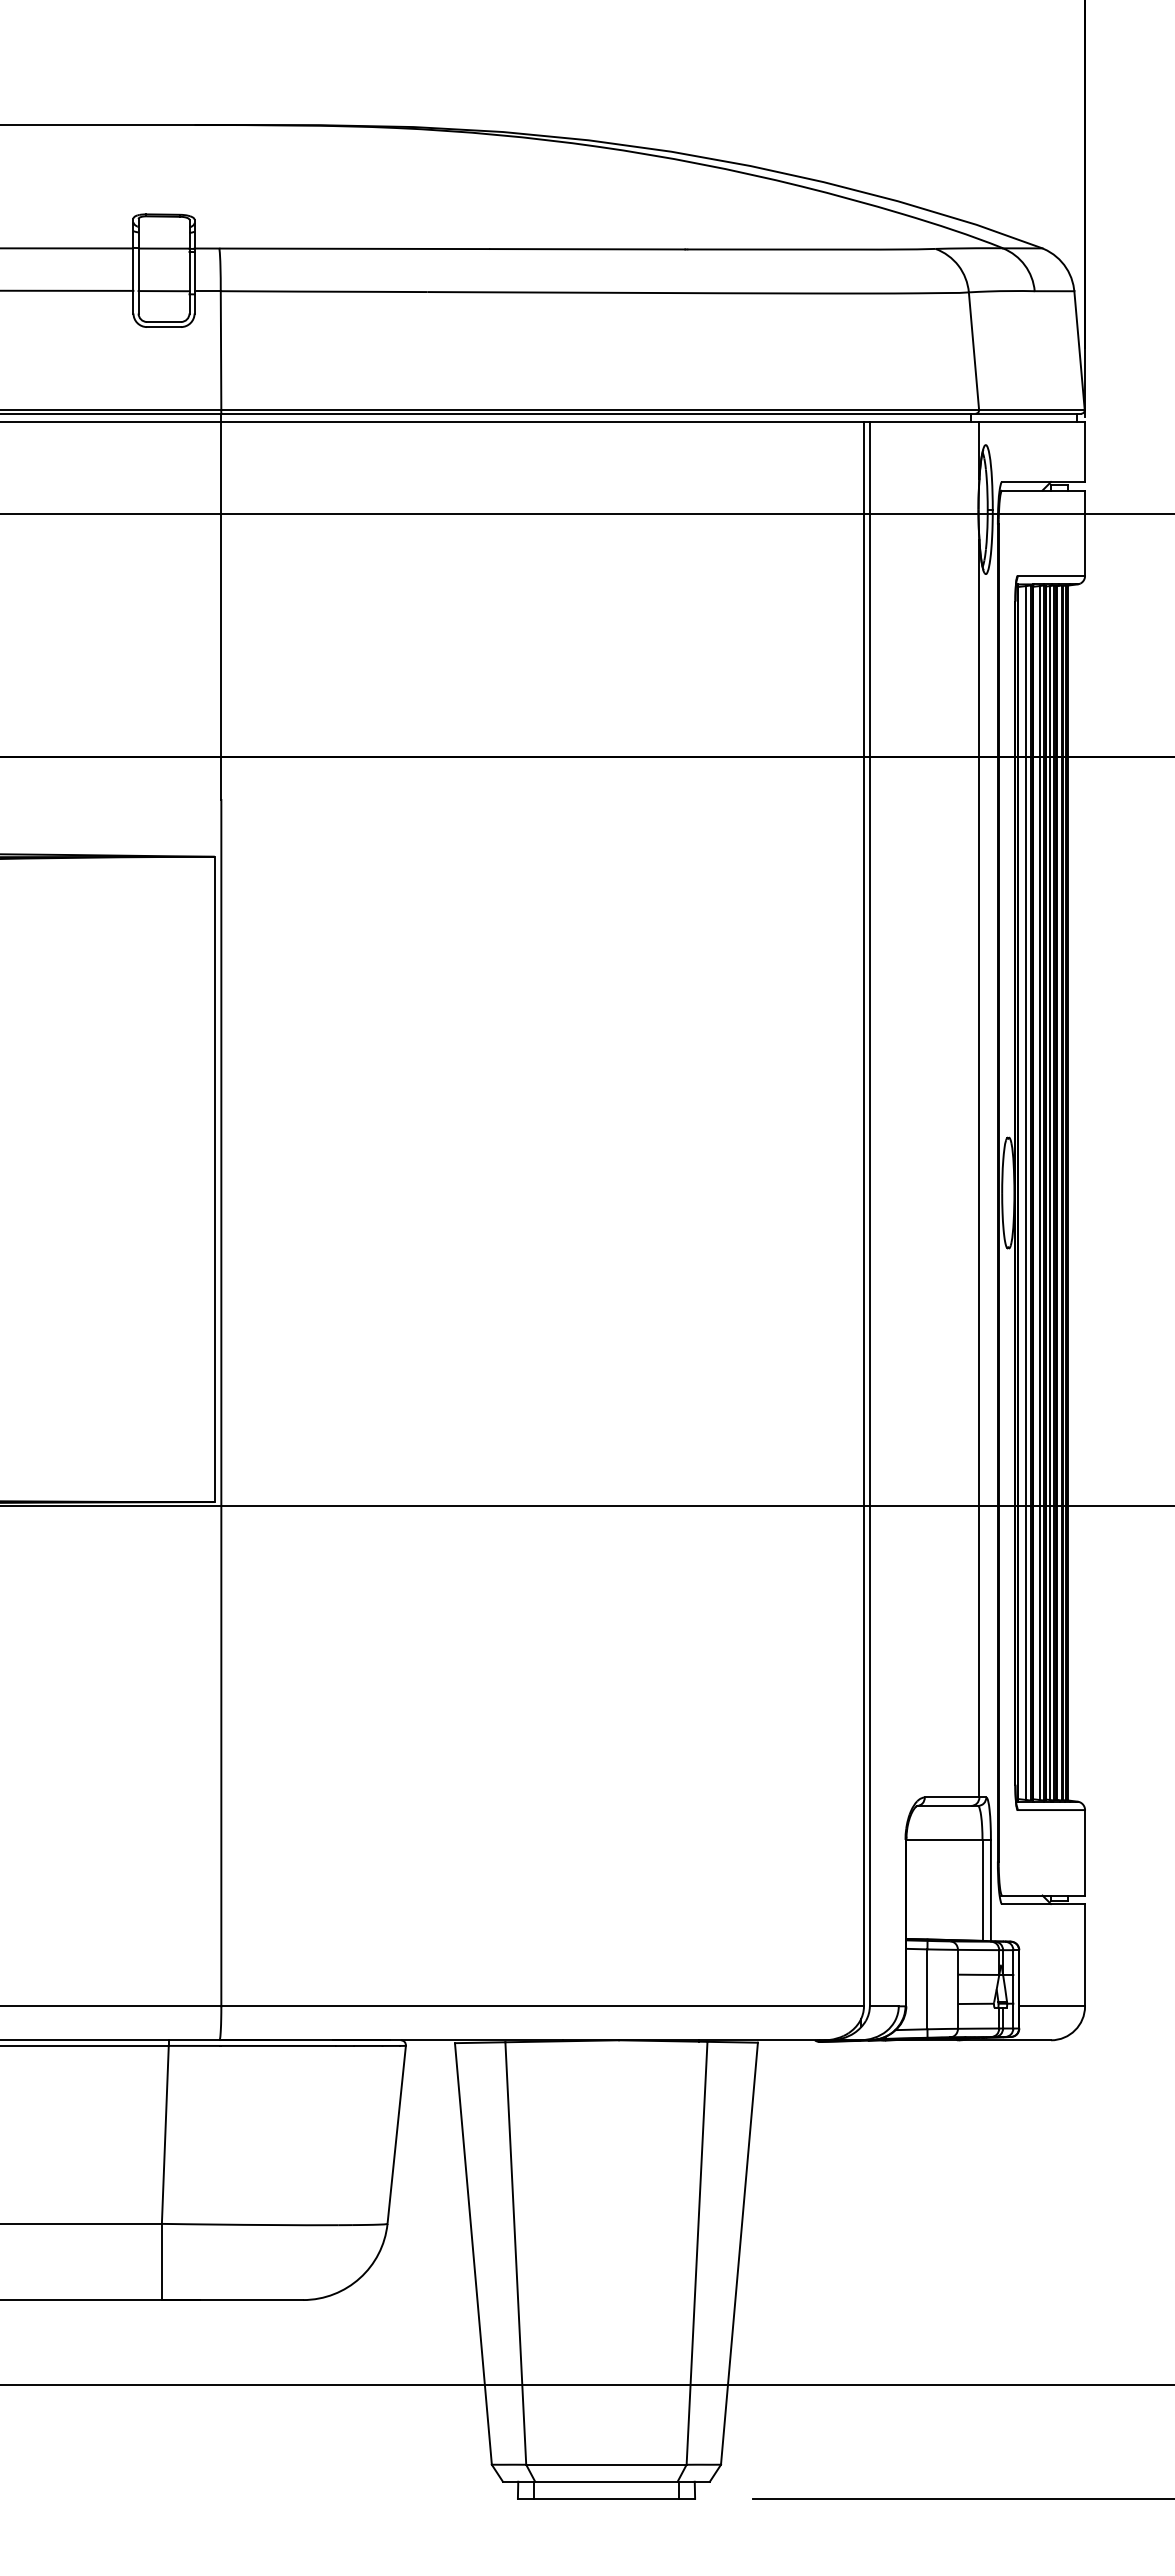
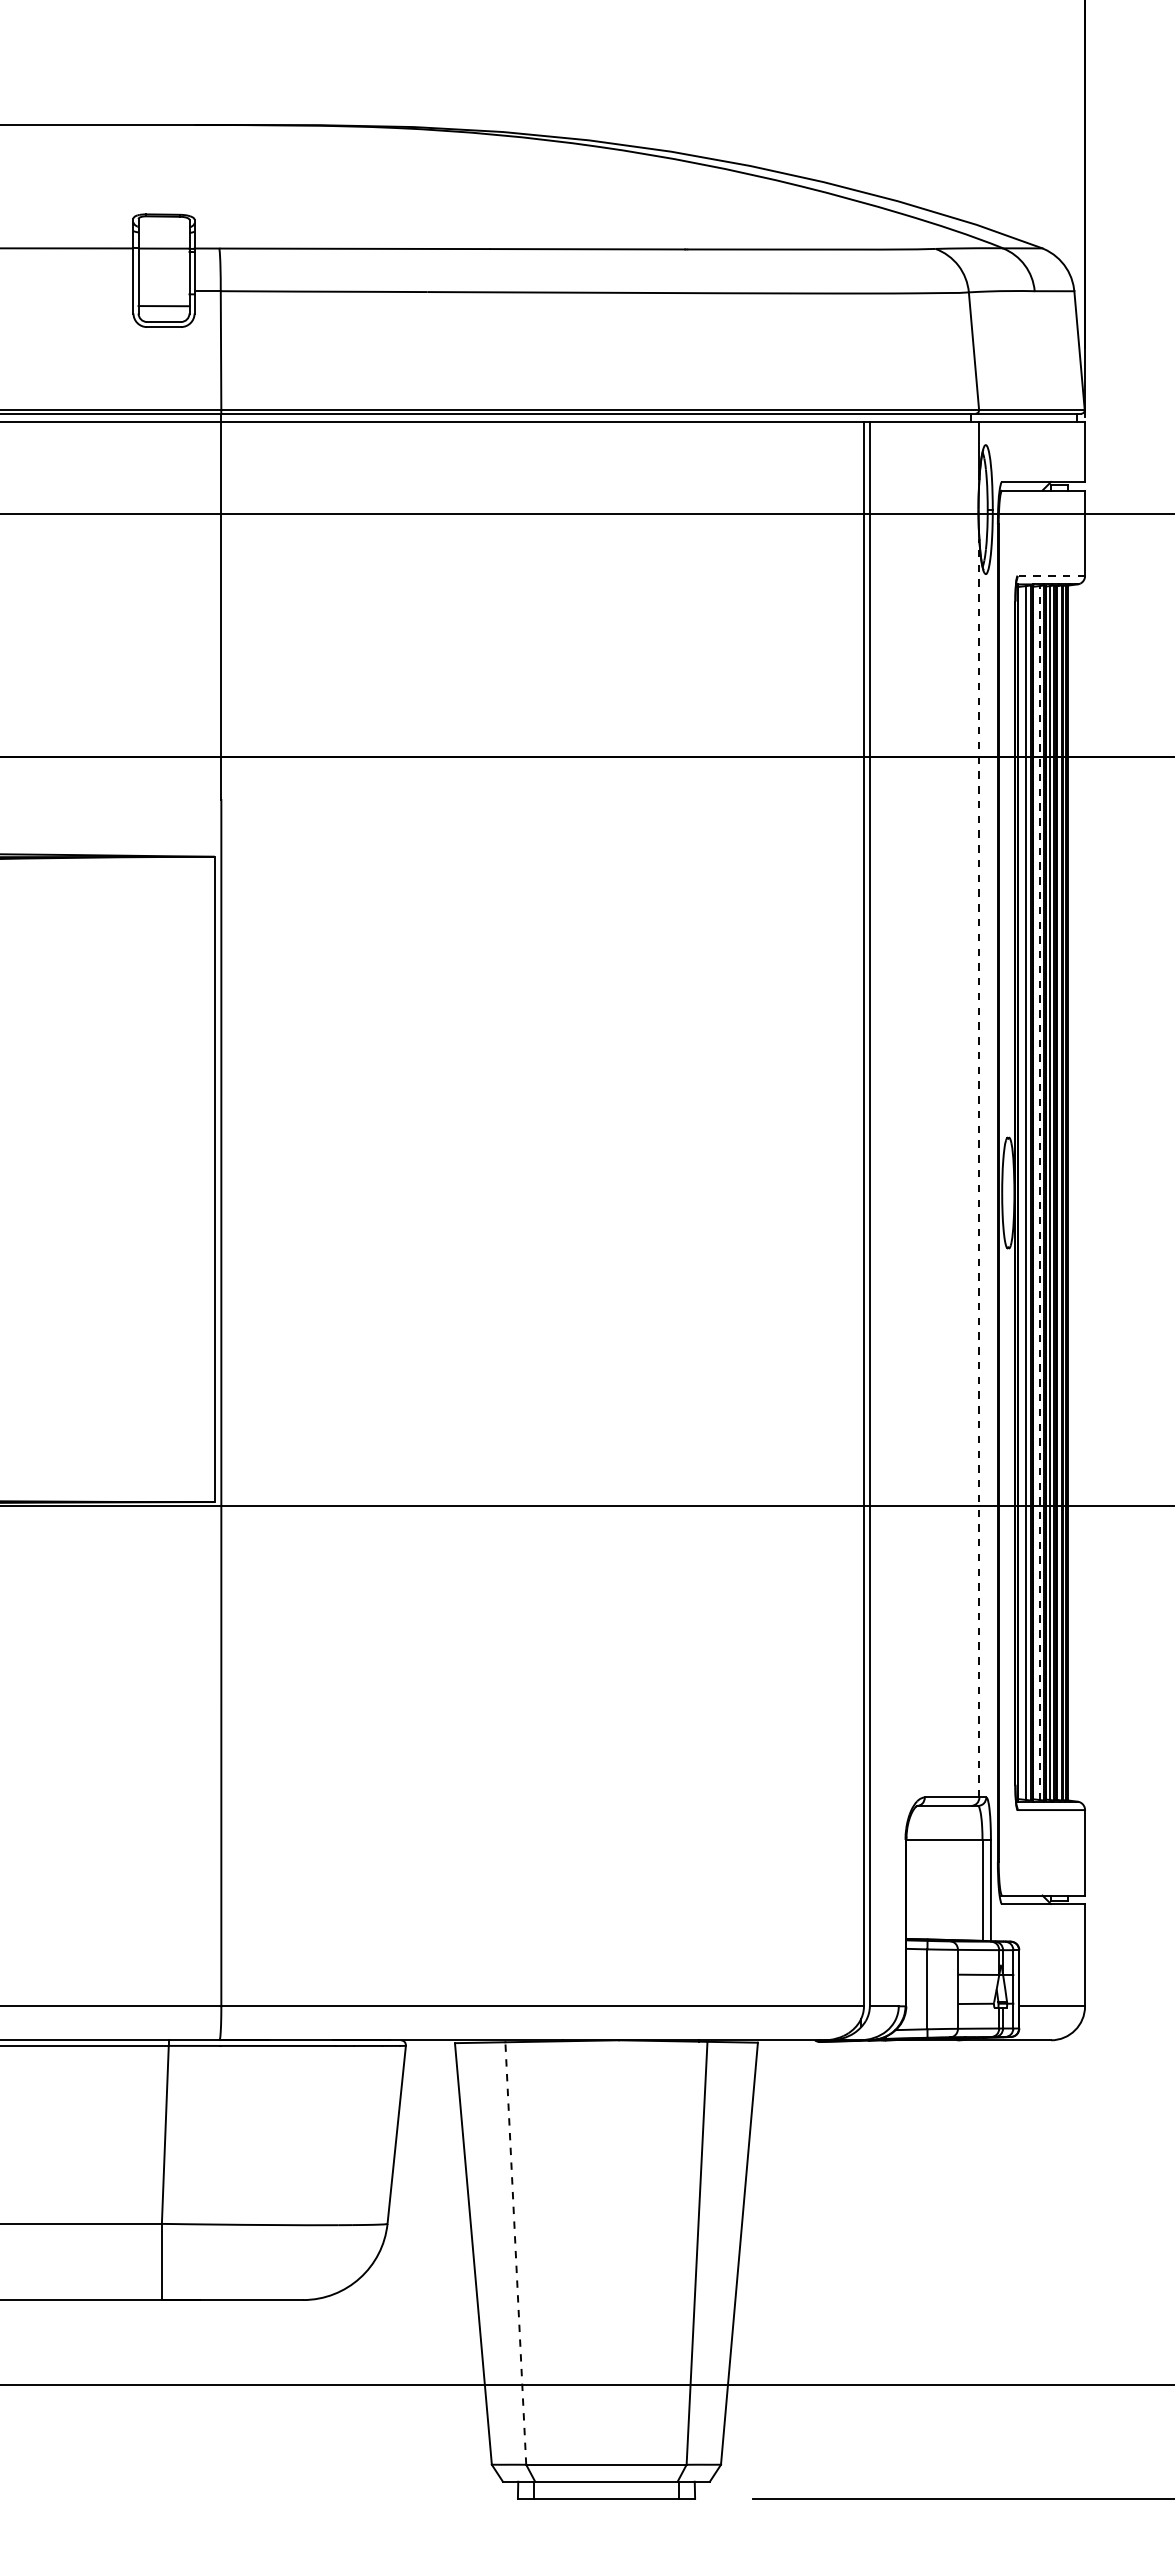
line at (67, 290): present -> none
line at (163, 291) position: (163, 291) -> (163, 306)
line at (1051, 575): solid -> dashed
line at (979, 1168): solid -> dashed
line at (1039, 1193): solid -> dashed
line at (515, 2253): solid -> dashed
